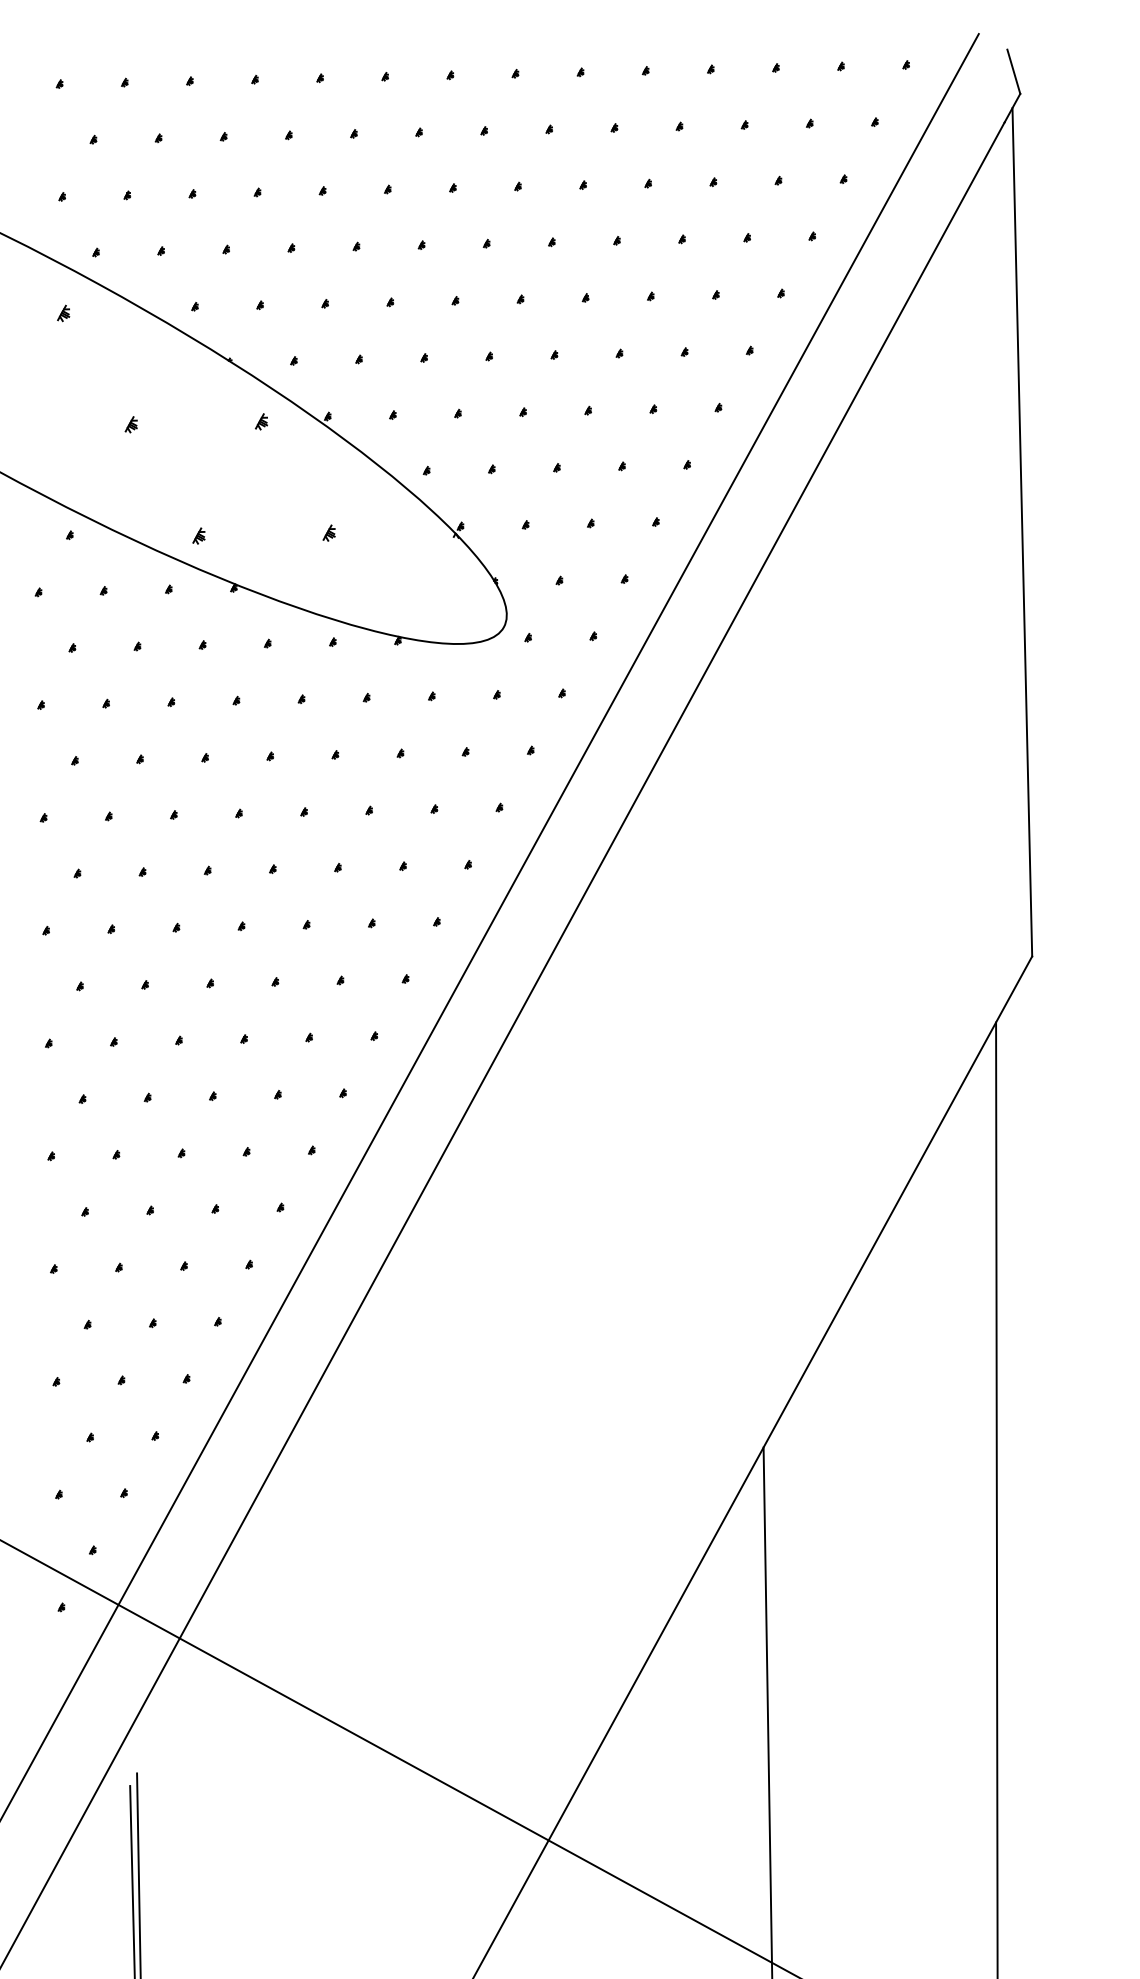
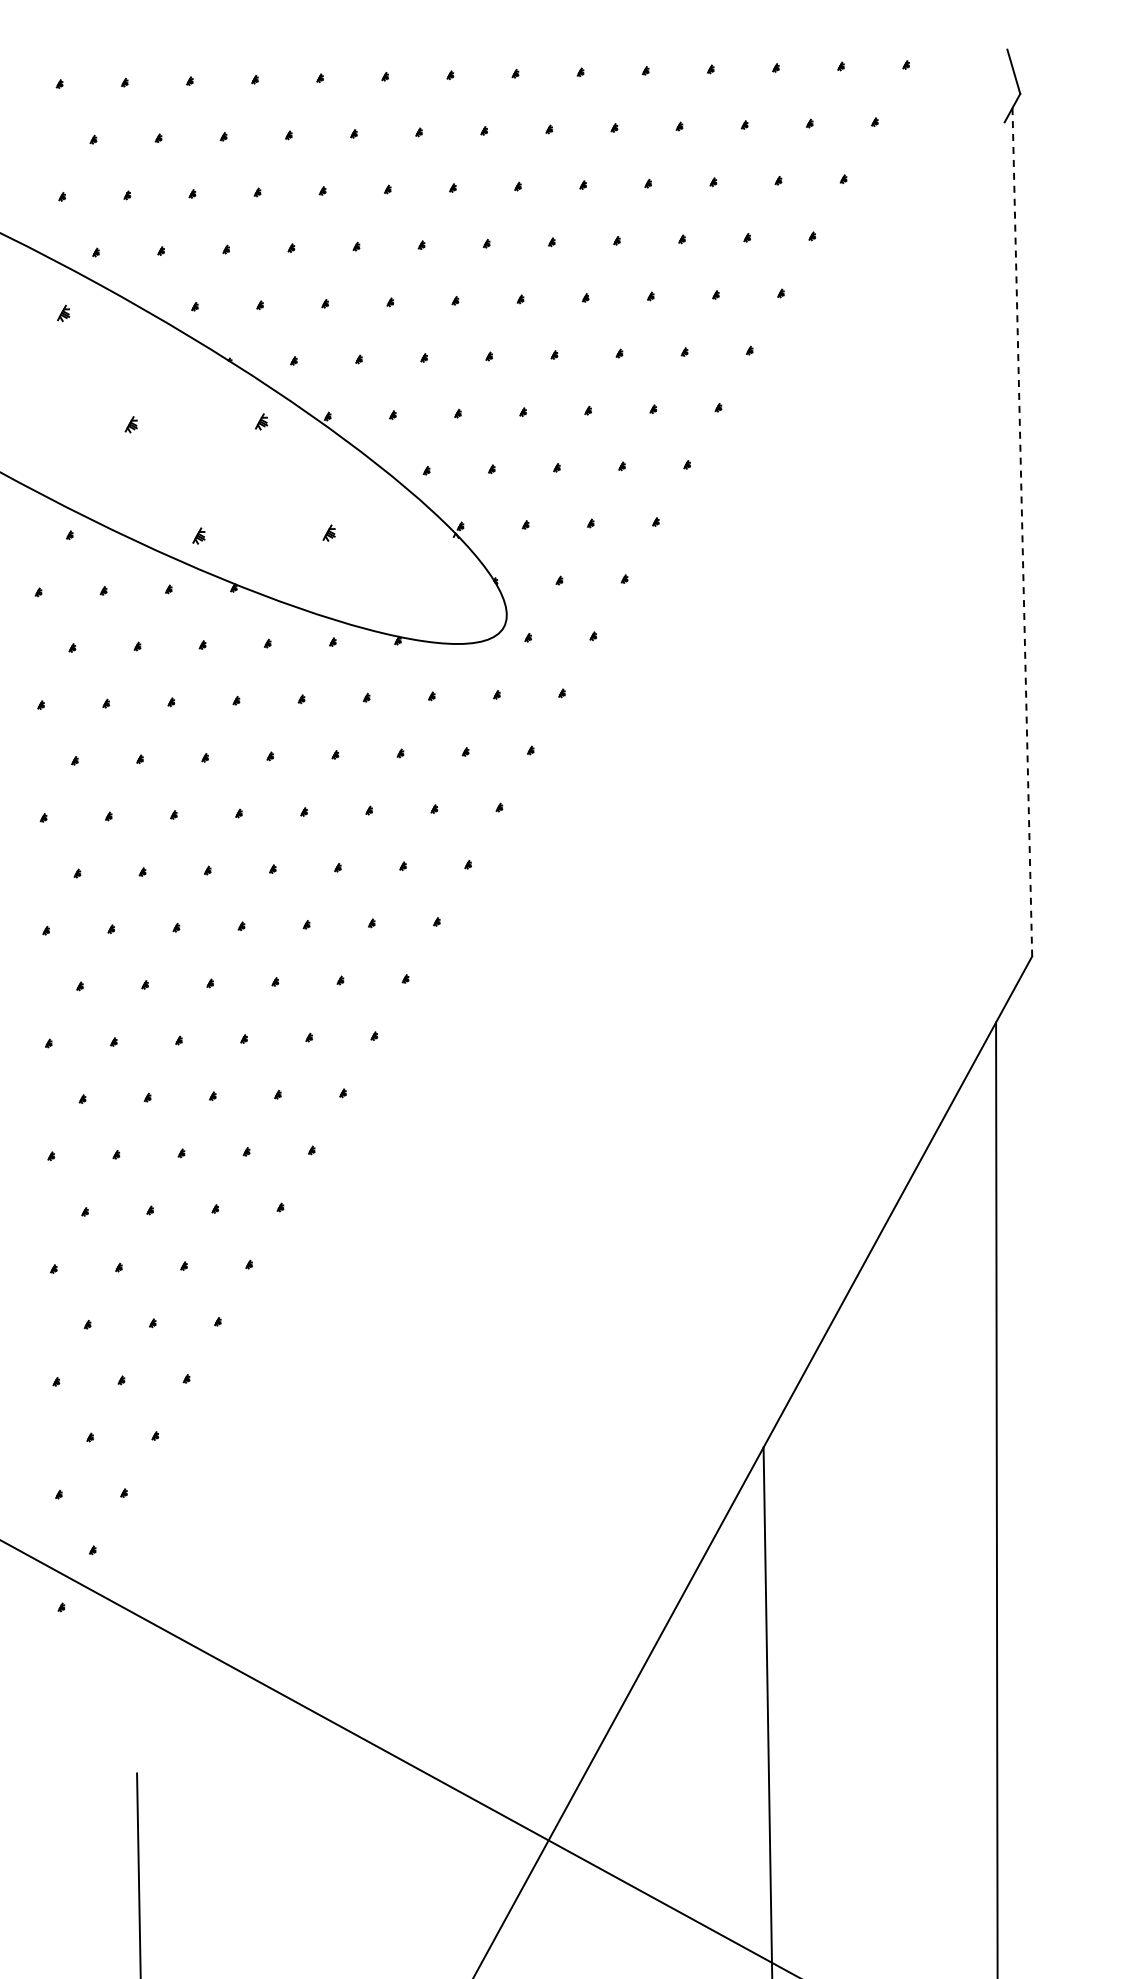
line at (1022, 532): solid -> dashed
line at (490, 925): present -> none
line at (503, 1043): present -> none
line at (132, 1880): present -> none
